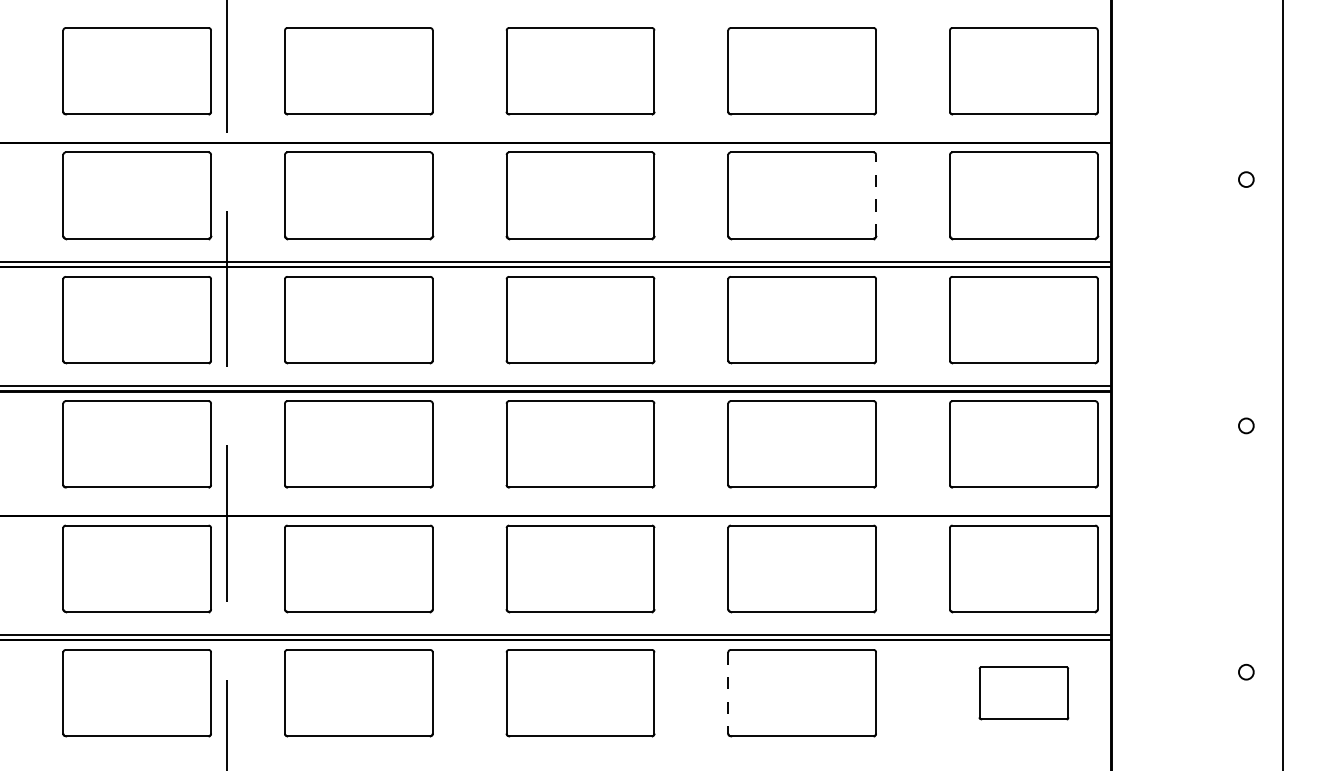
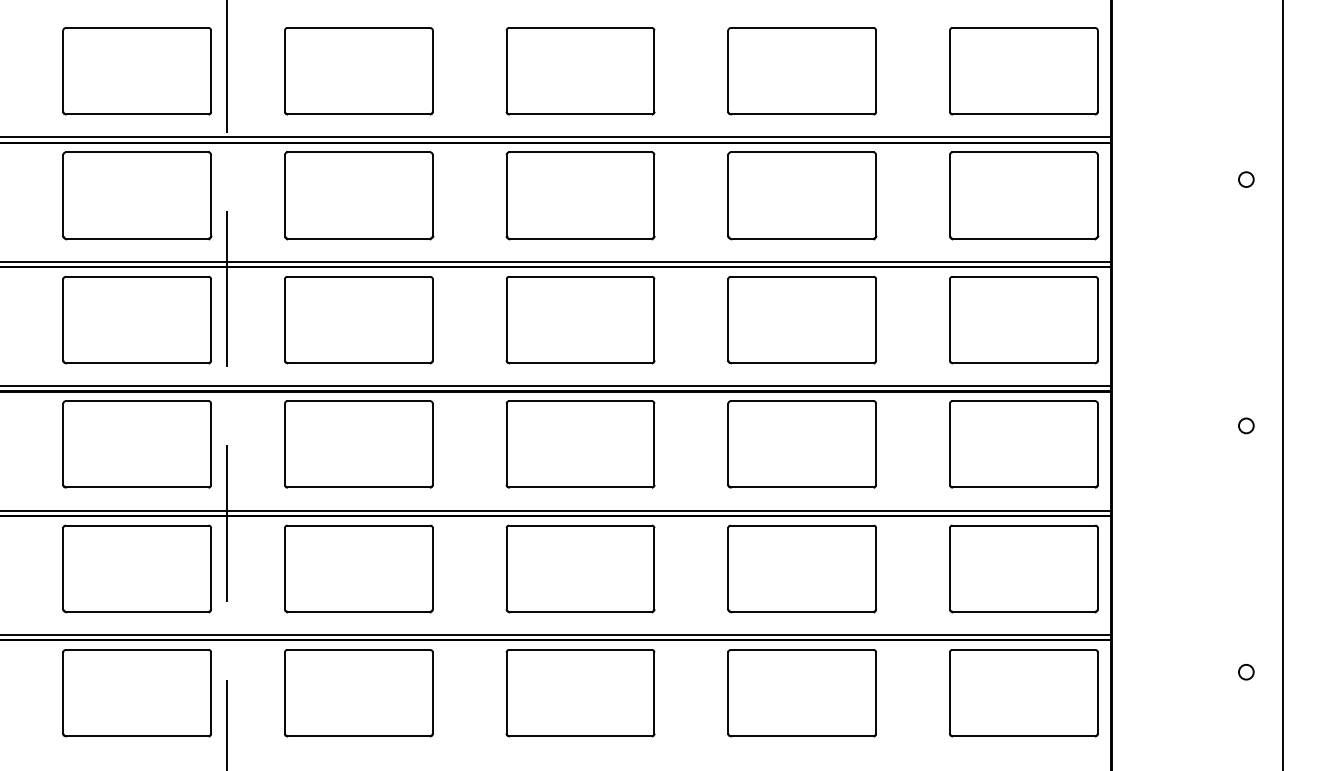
line at (556, 137): none -> present
line at (876, 195): dashed -> solid
line at (556, 510): none -> present
line at (728, 693): dashed -> solid
part at (1023, 693) size: 92x55 px -> 150x89 px
